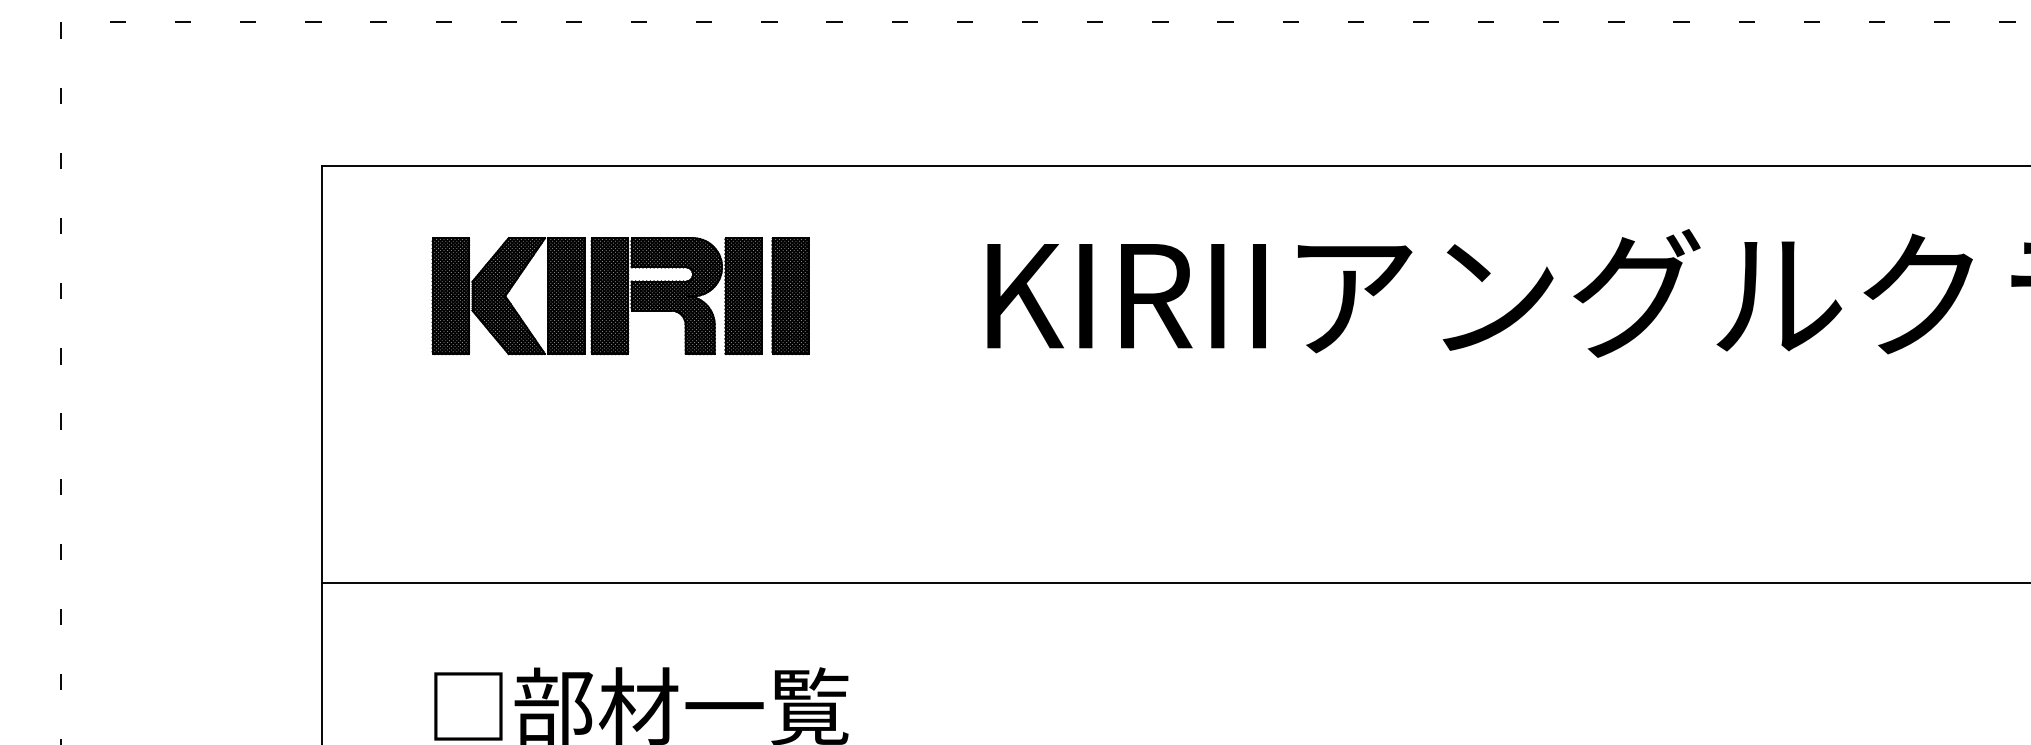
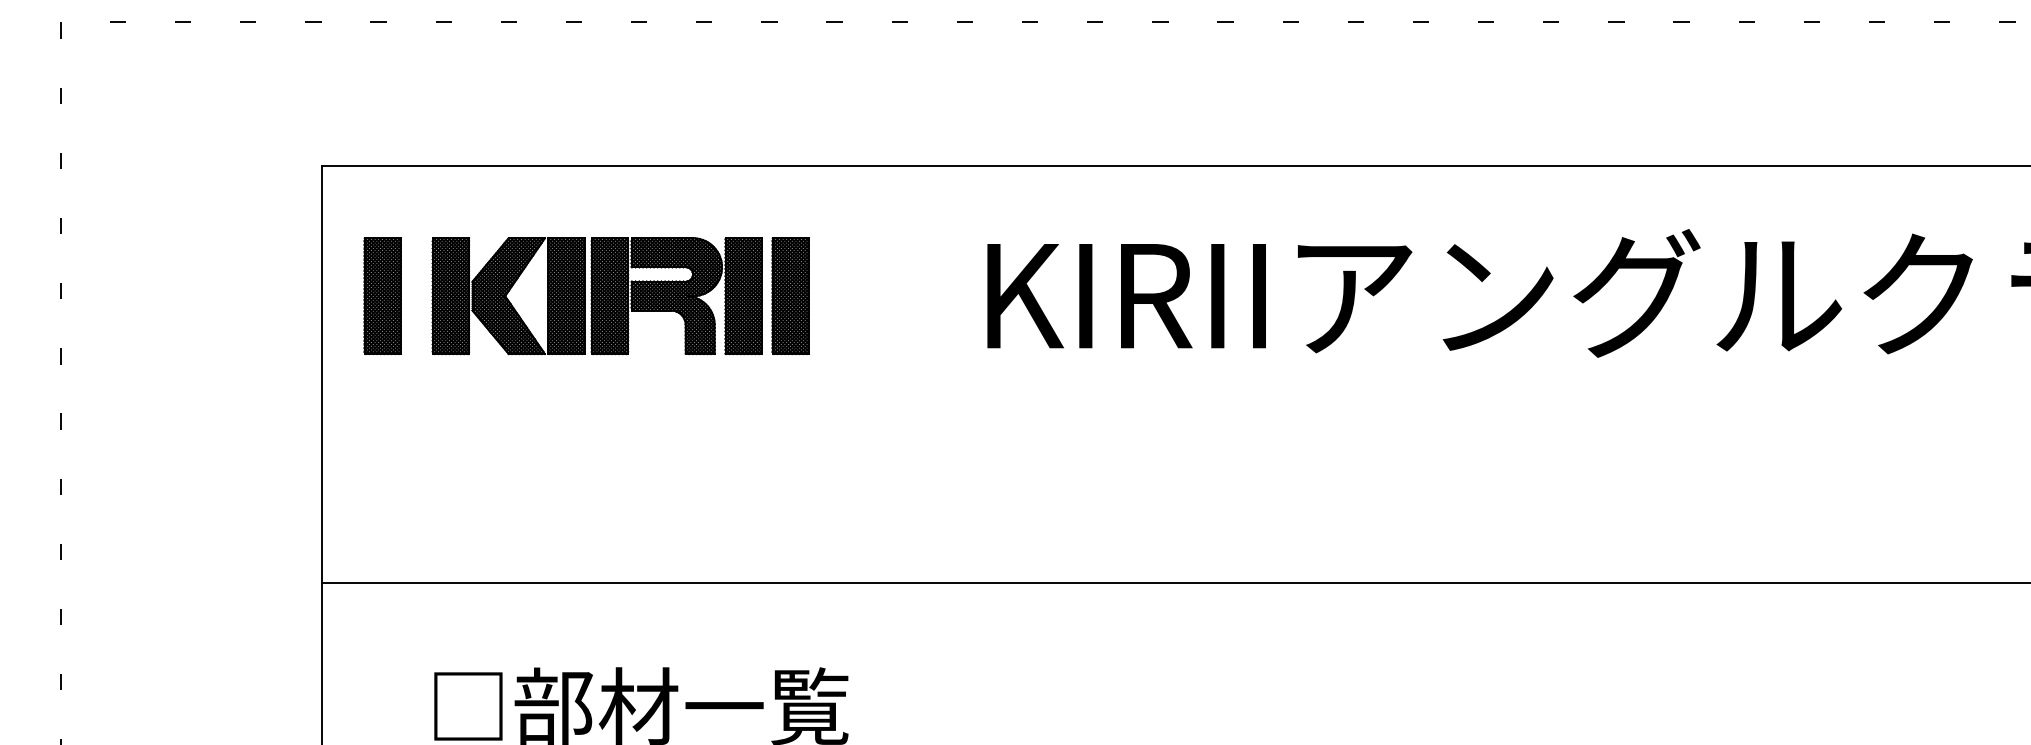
part at (382, 296): none -> present
